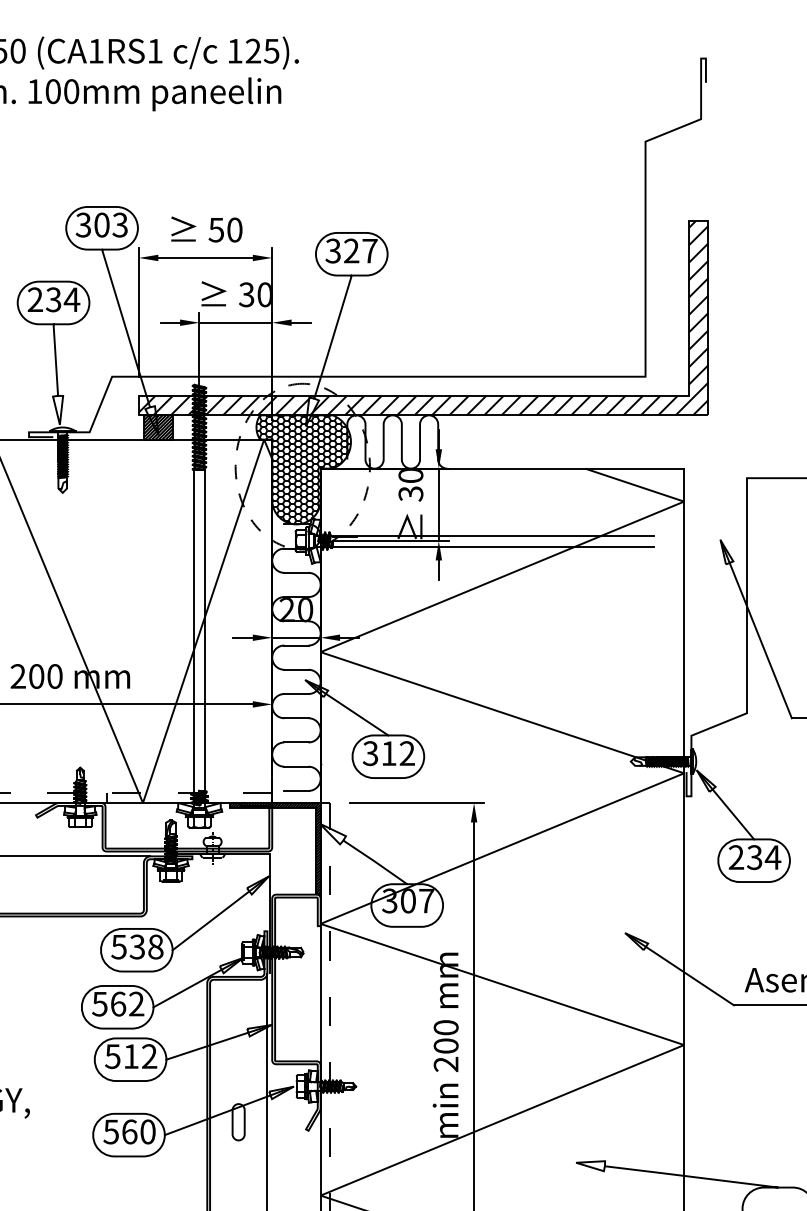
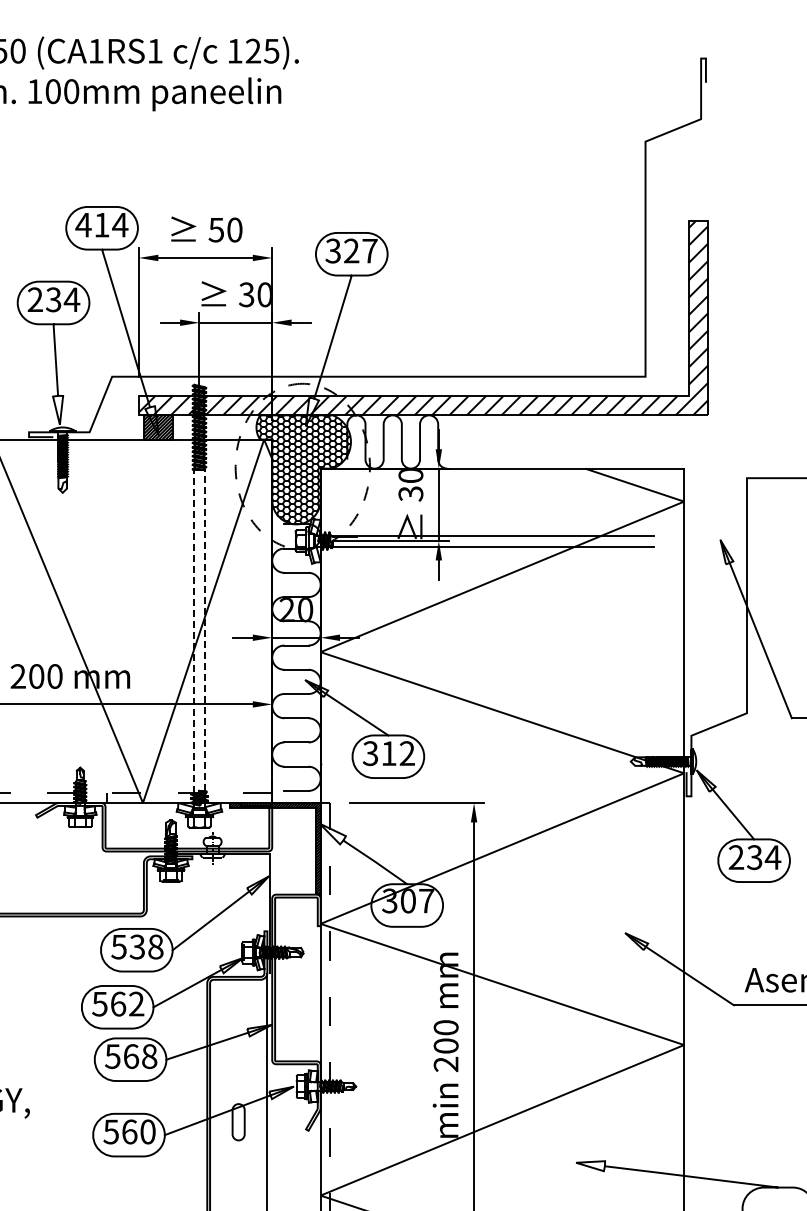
text at (101, 224): 303 -> 414
line at (194, 630): solid -> dashed
line at (204, 630): solid -> dashed
line at (76, 856): present -> none
text at (140, 1056): 512 -> 568
